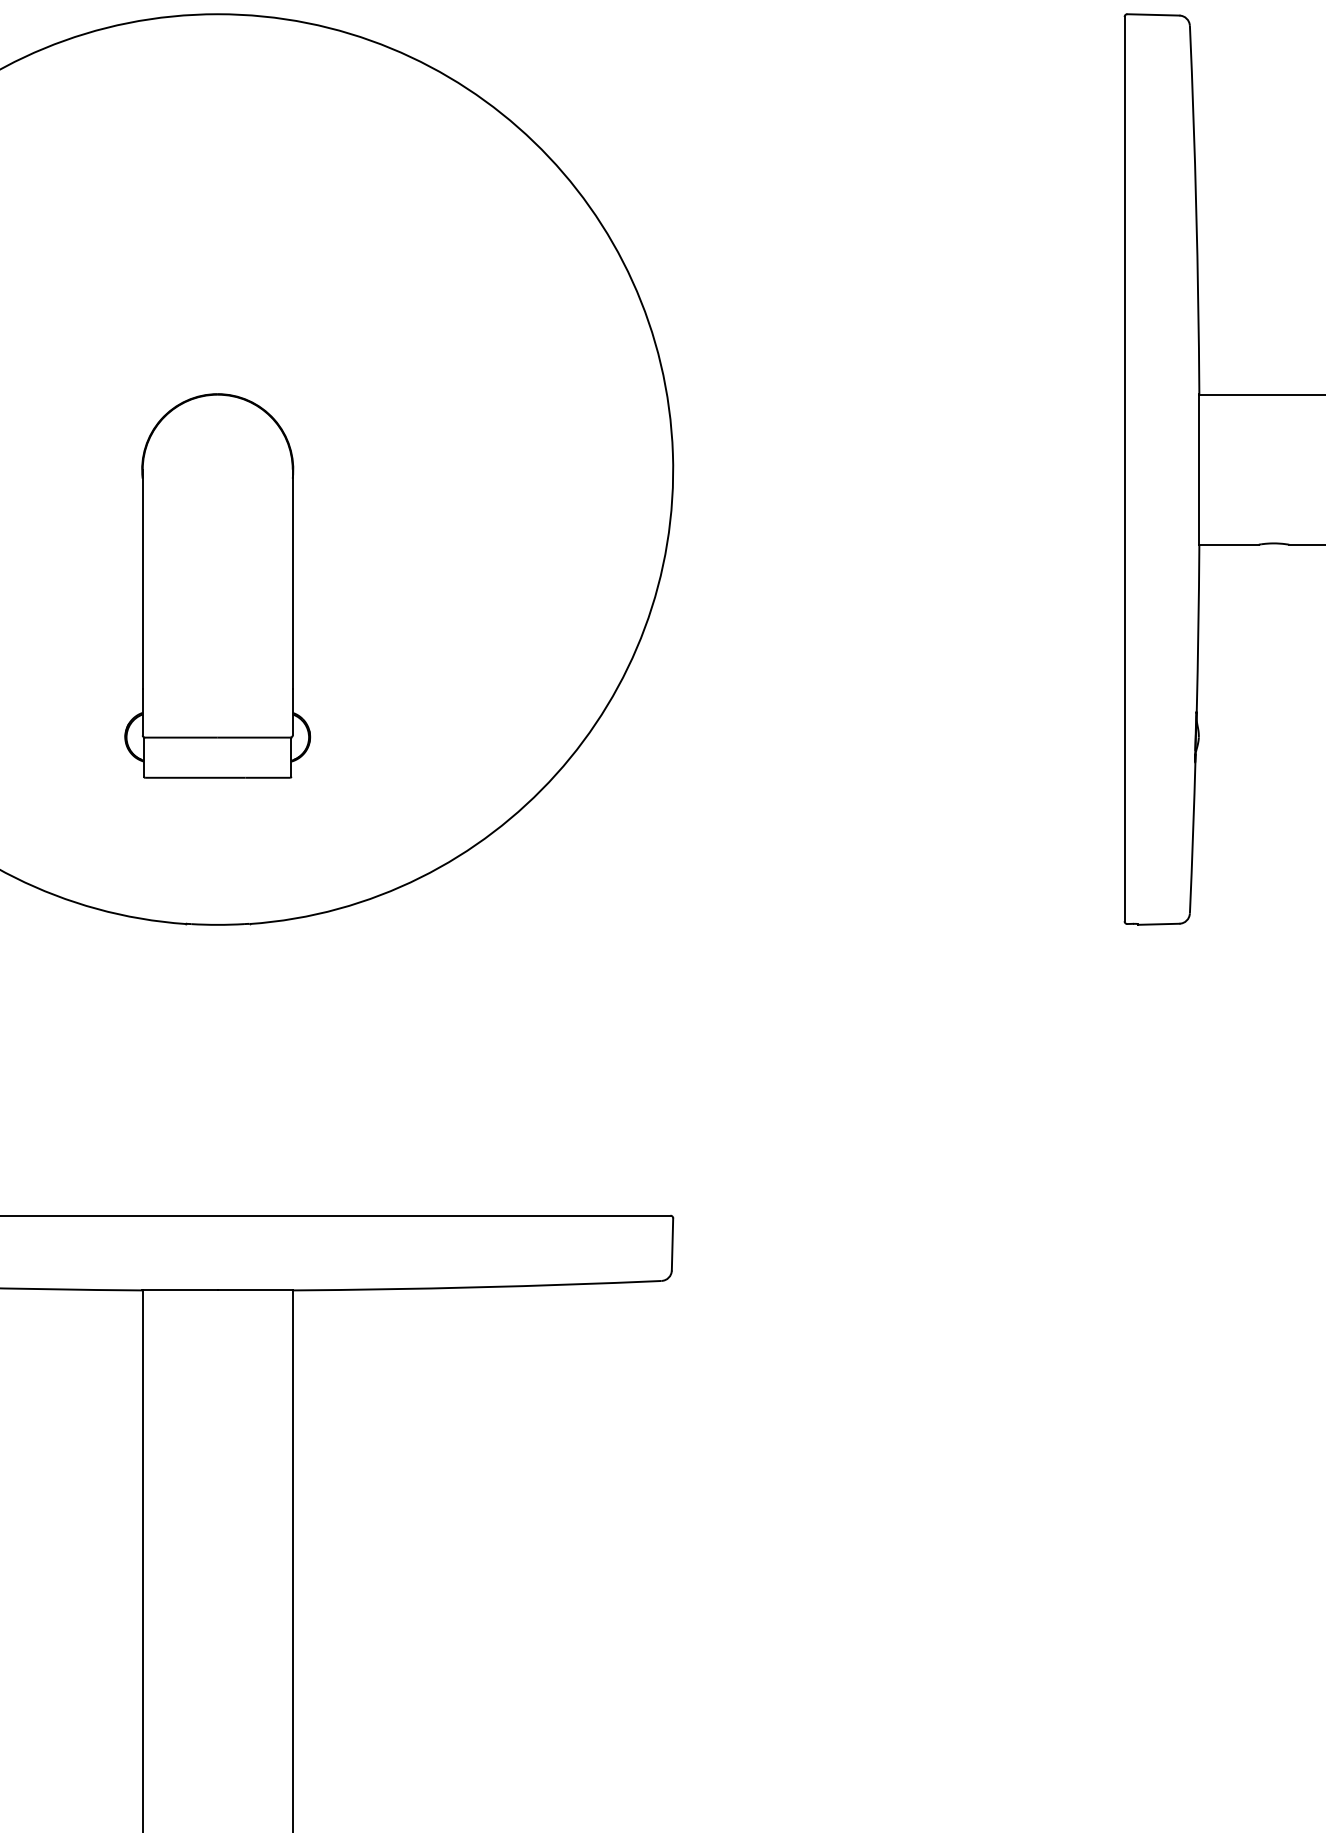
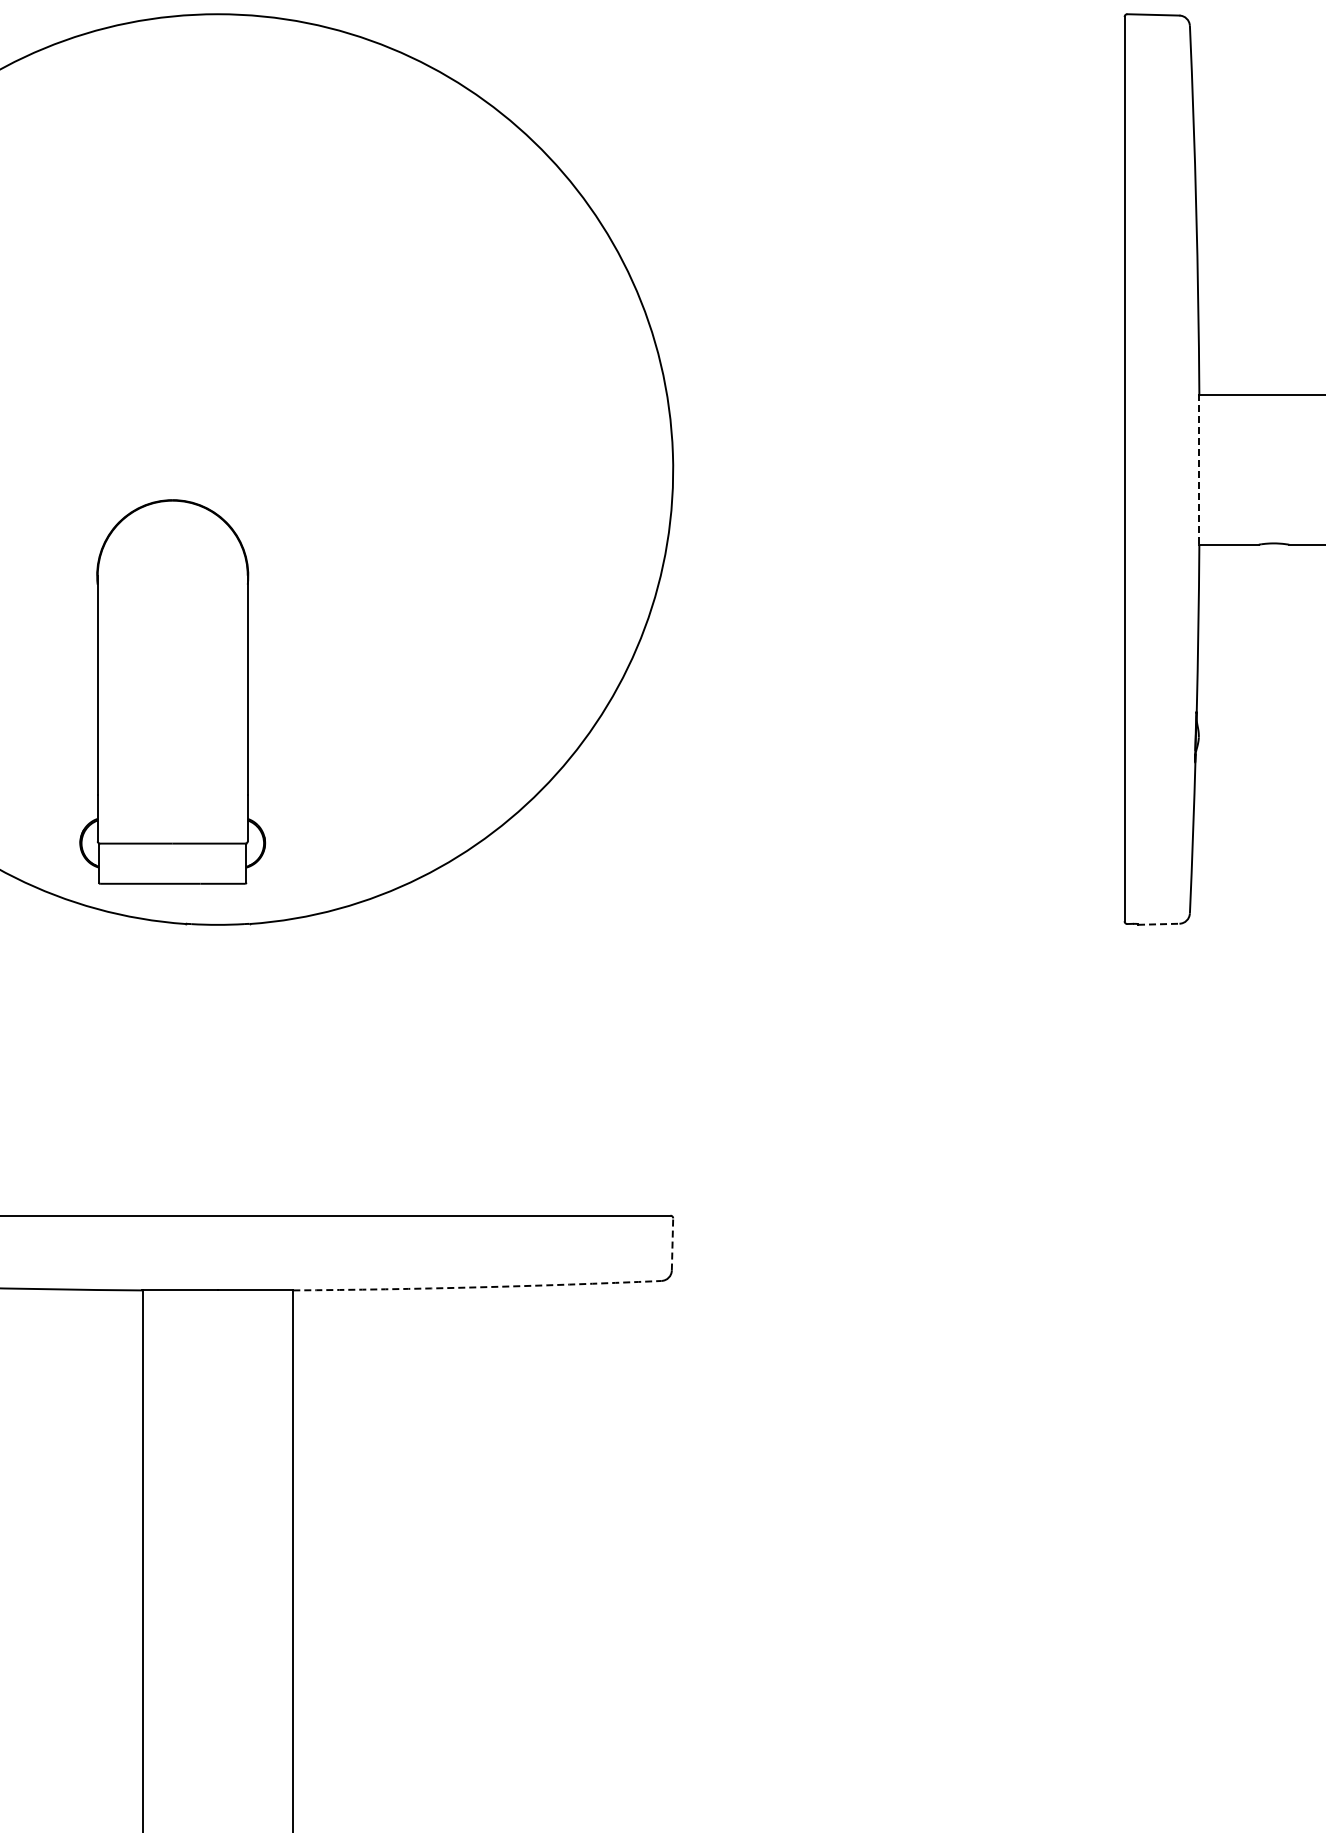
line at (1199, 469): solid -> dashed
part at (217, 585) position: (217, 585) -> (172, 691)
line at (1158, 924): solid -> dashed
line at (672, 1243): solid -> dashed
arc at (477, 1287): solid -> dashed
